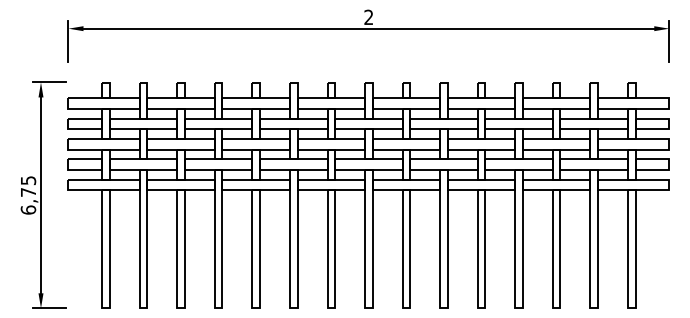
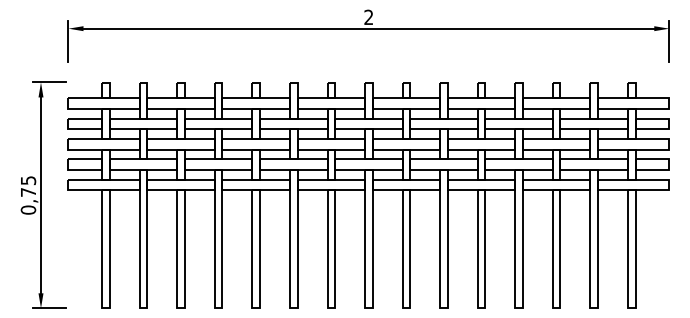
text at (27, 209): 6,75 -> 0,75
